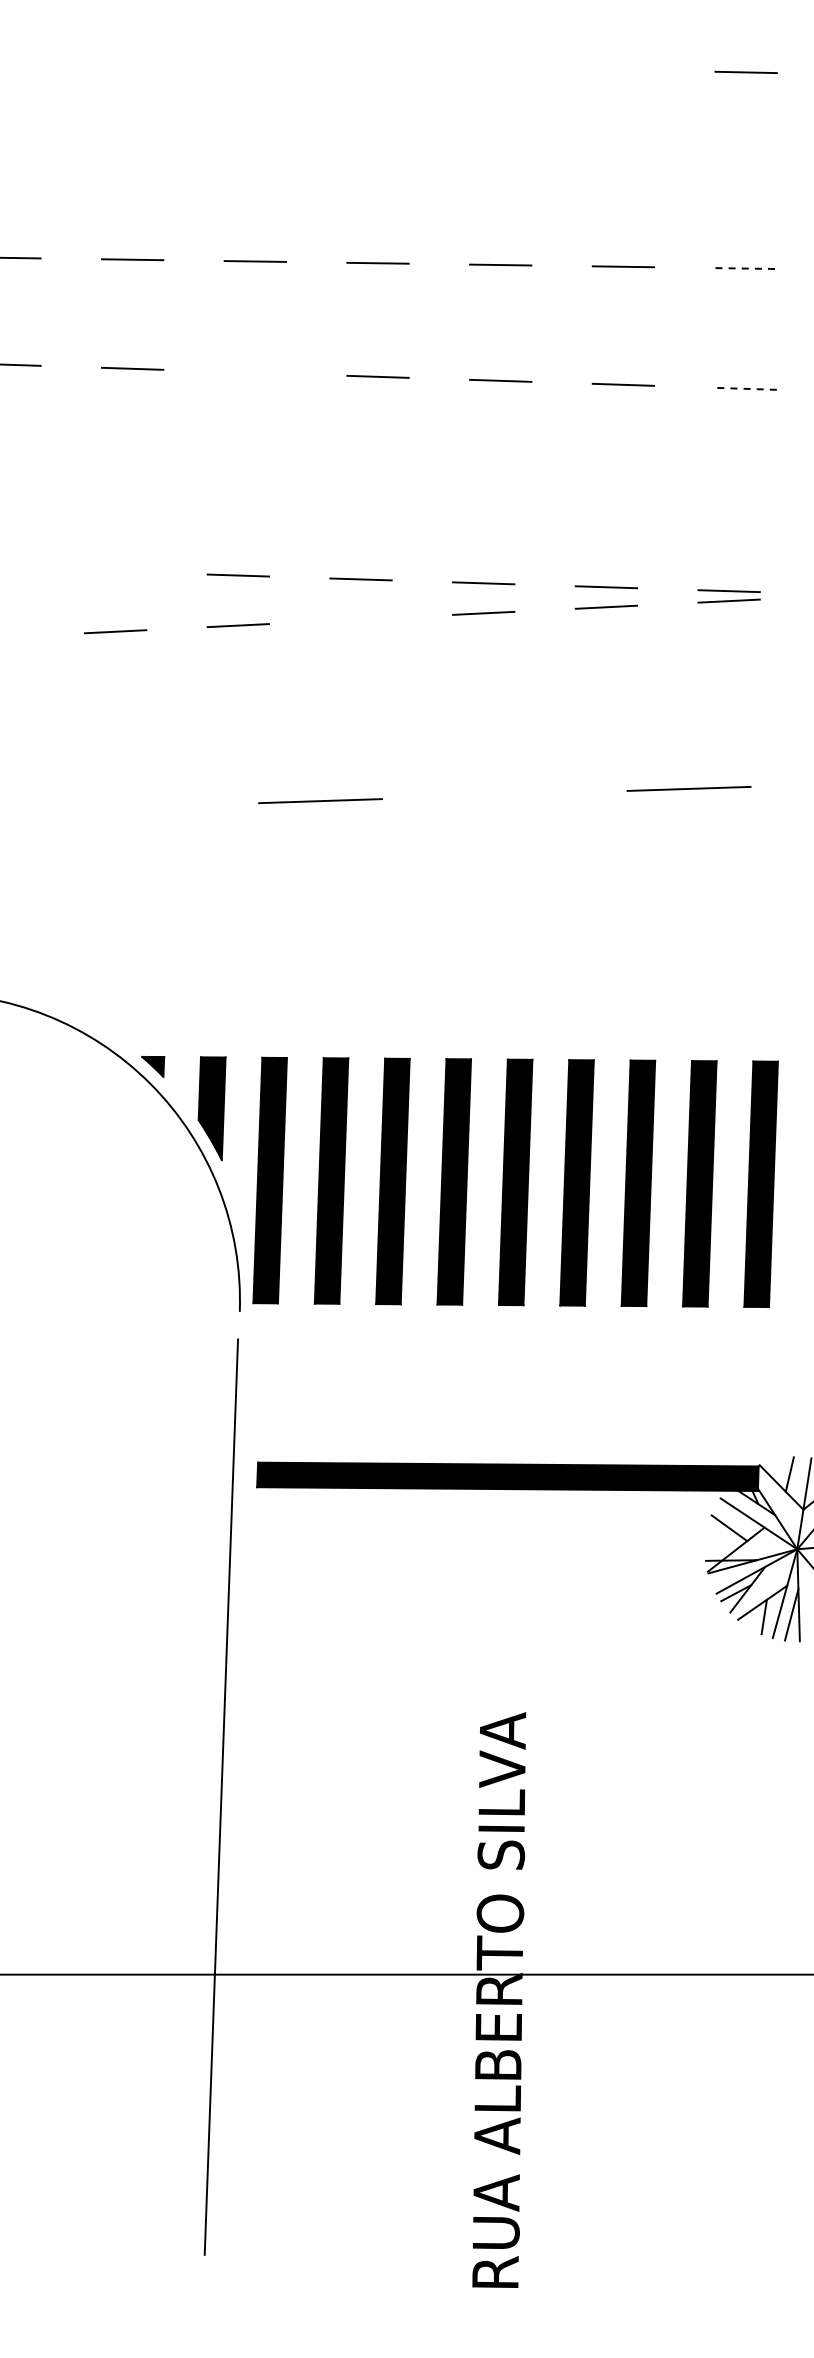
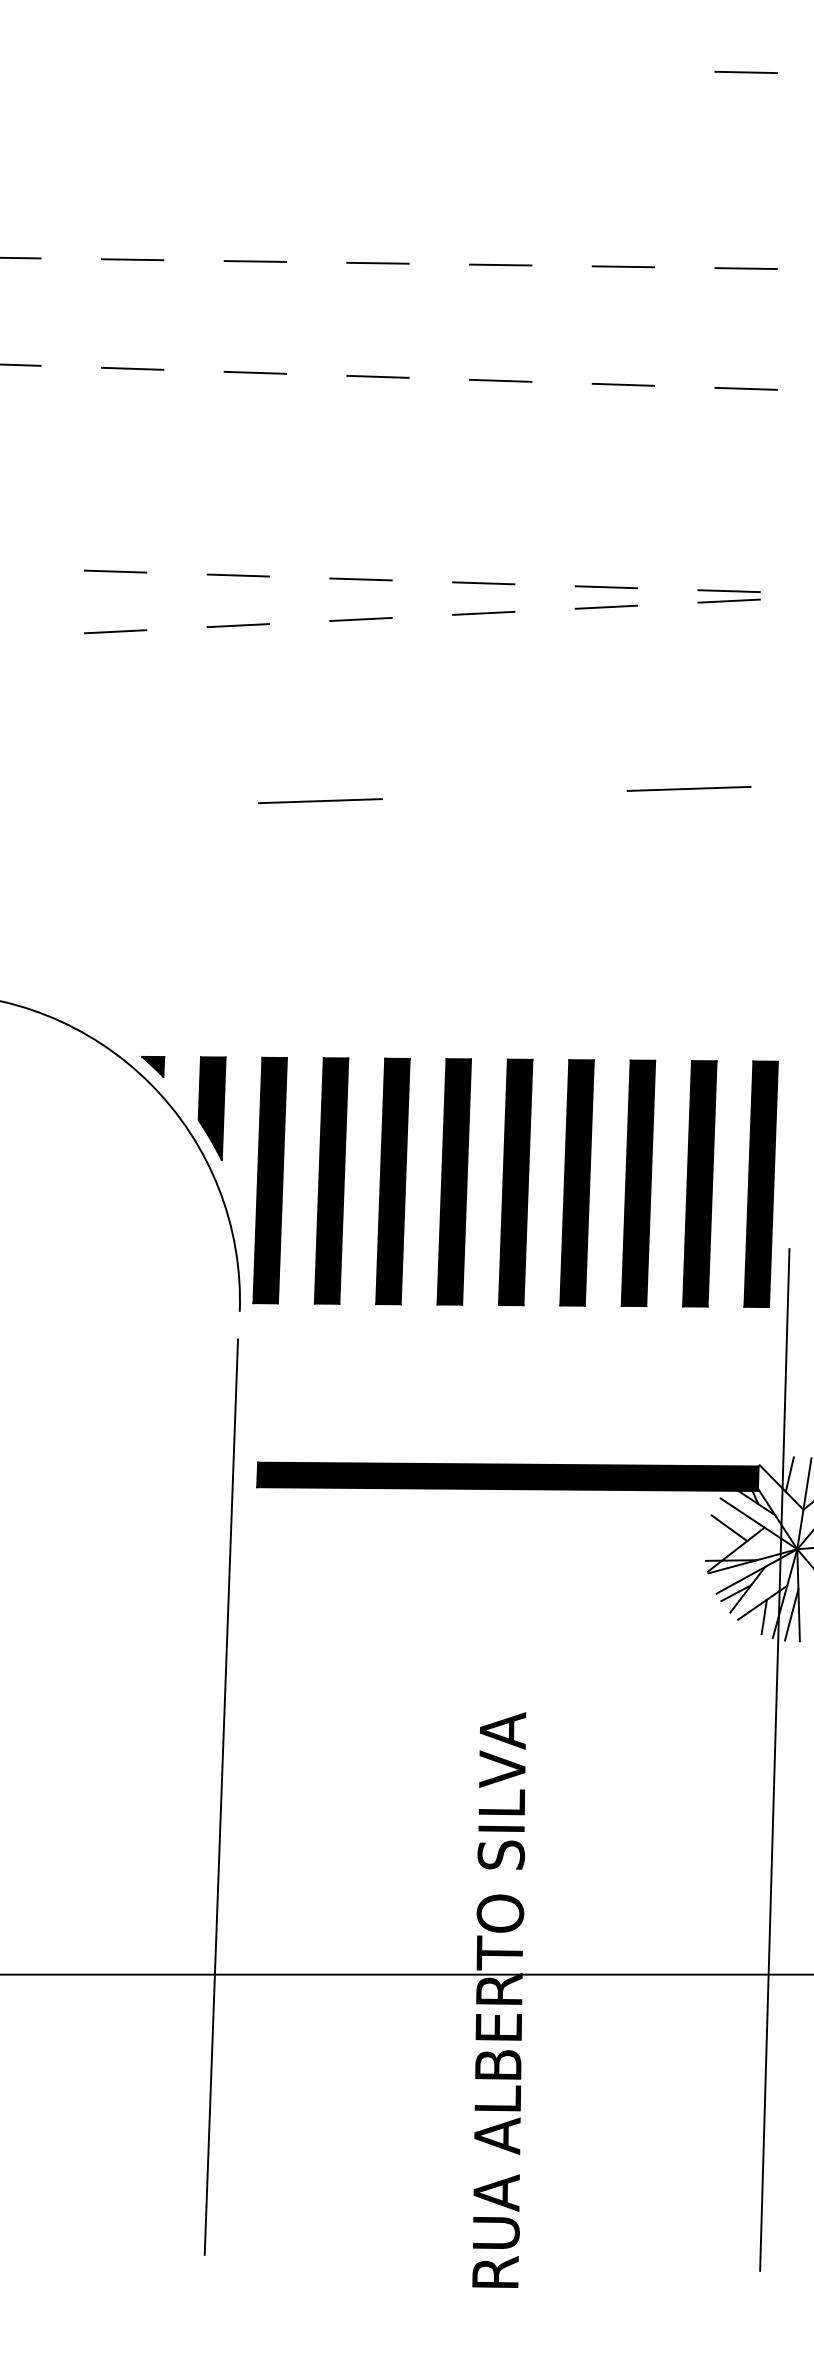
line at (746, 268): dashed -> solid
line at (254, 372): none -> present
line at (746, 388): dashed -> solid
line at (115, 571): none -> present
line at (360, 619): none -> present
line at (774, 1759): none -> present
